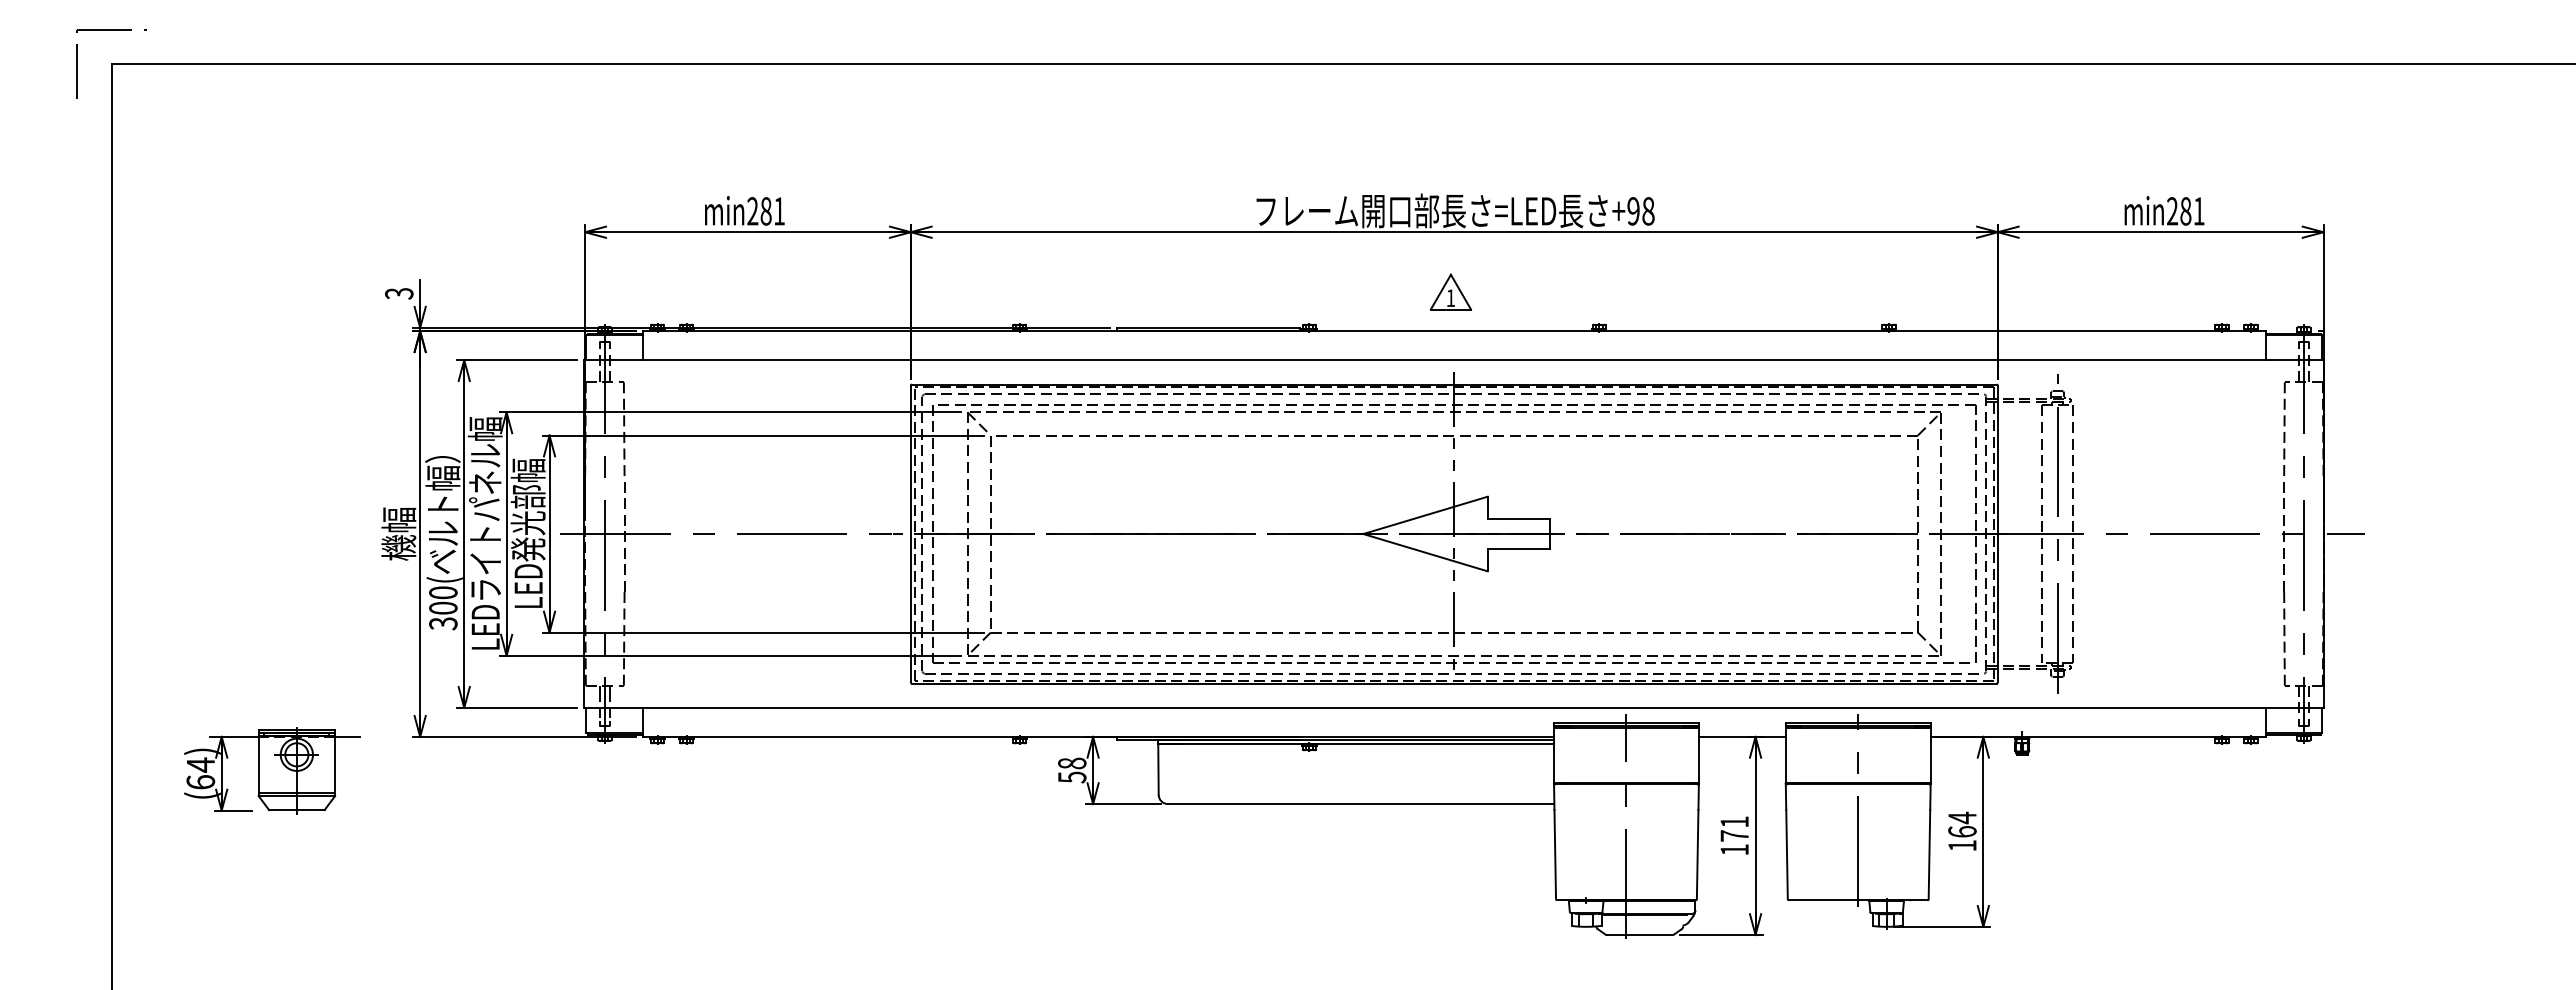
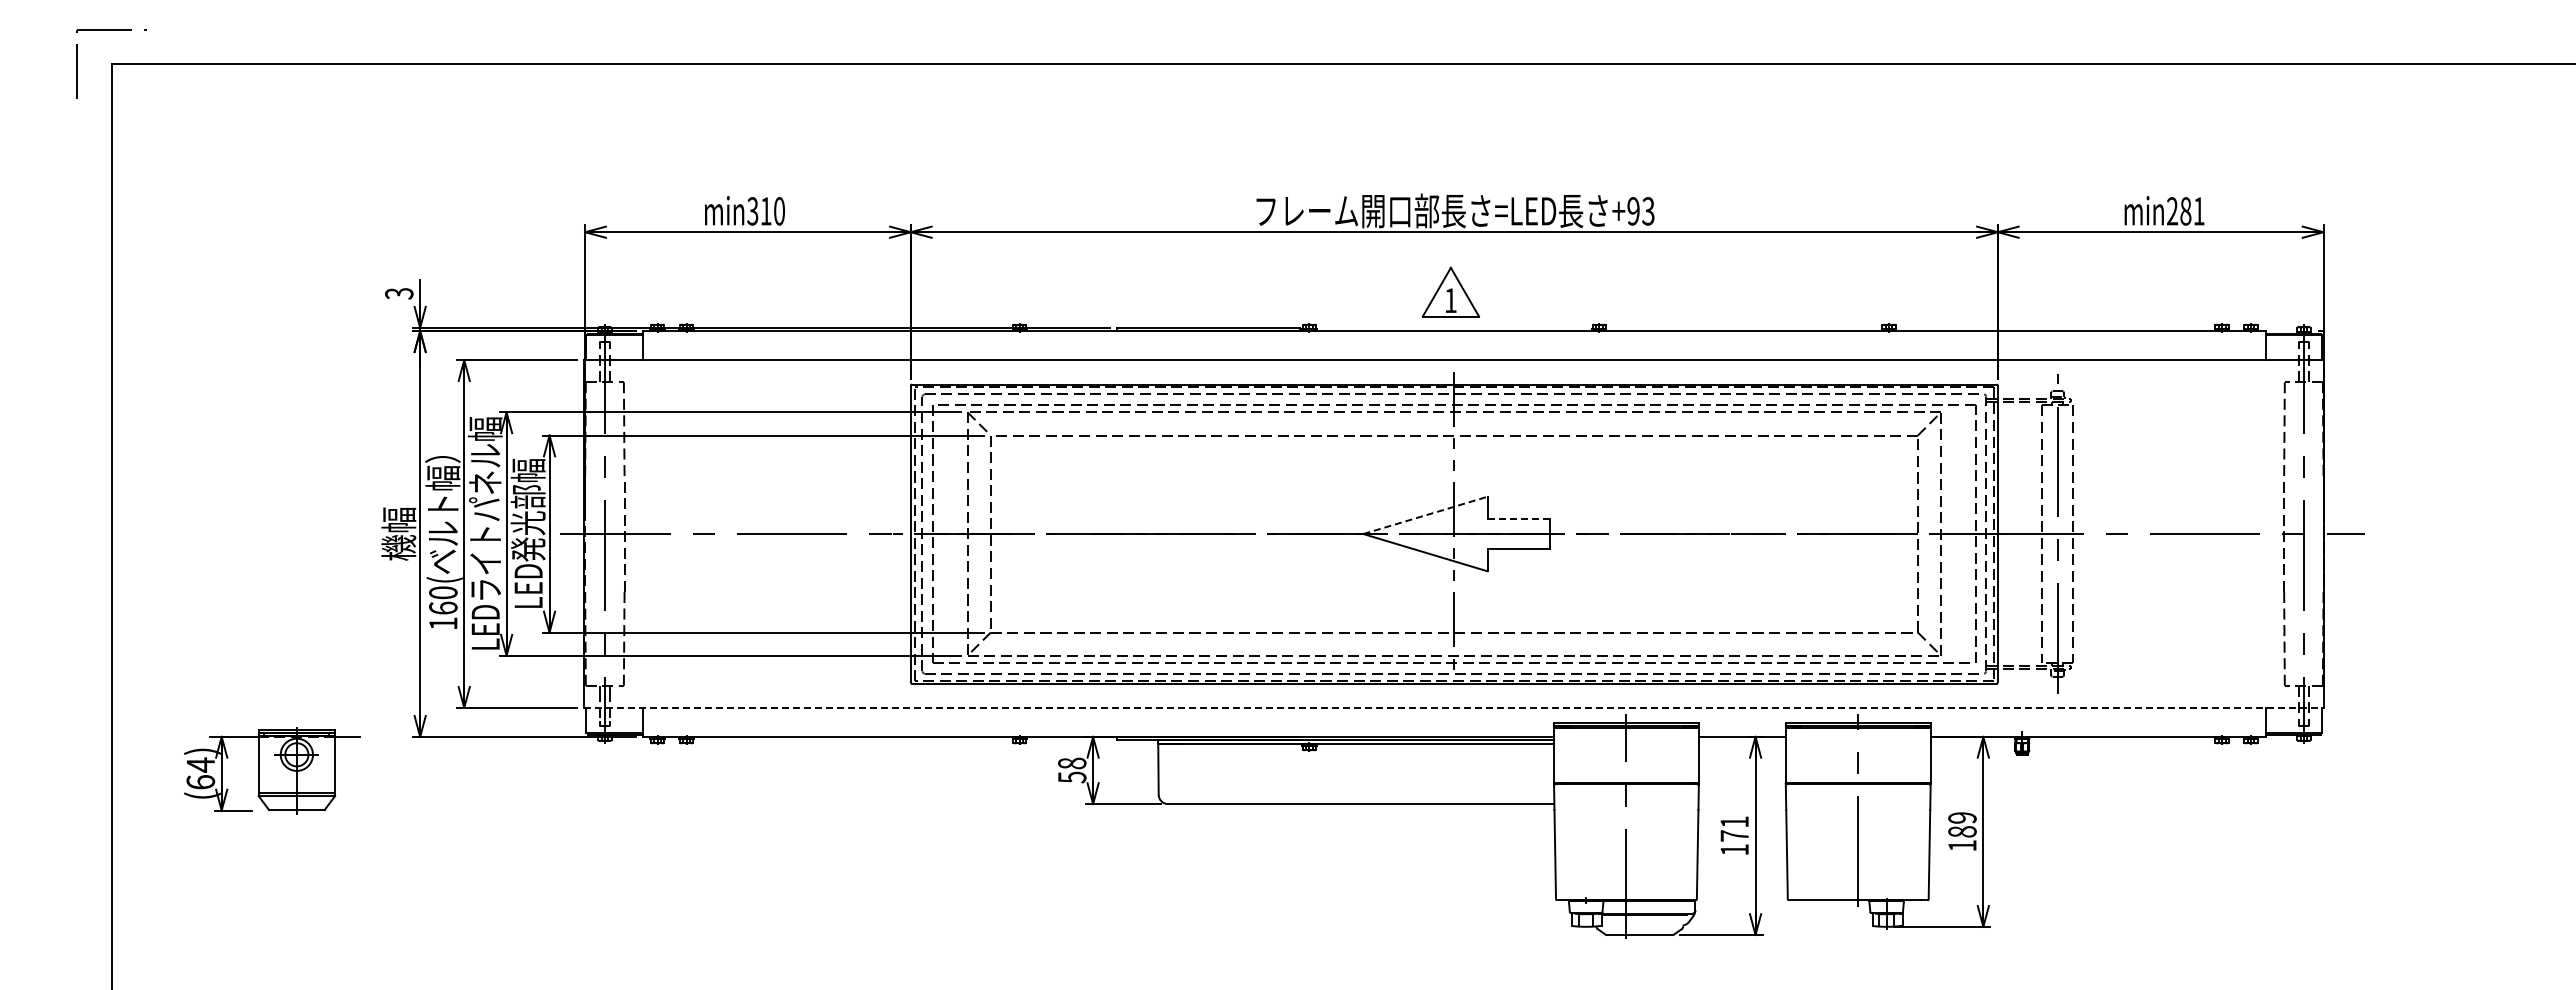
text at (765, 211): min281 -> min310
text at (1648, 211): +98 -> +93
part at (1450, 291) size: 44x38 px -> 60x52 px
line at (1425, 515): solid -> dashed
line at (1519, 519): solid -> dashed
text at (443, 615): 300( -> 160(
line at (1454, 707): solid -> dashed
text at (1962, 824): 164 -> 189
